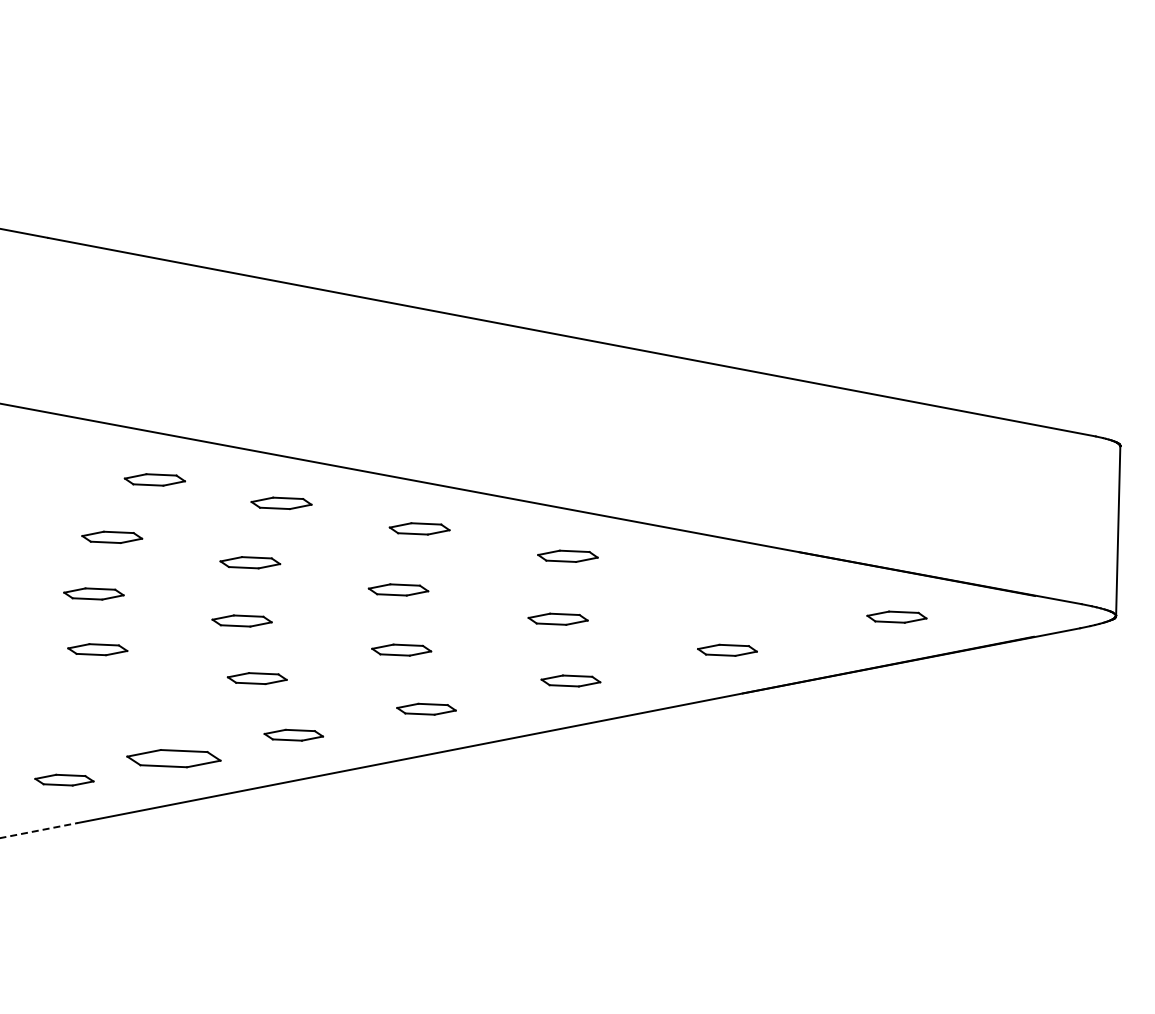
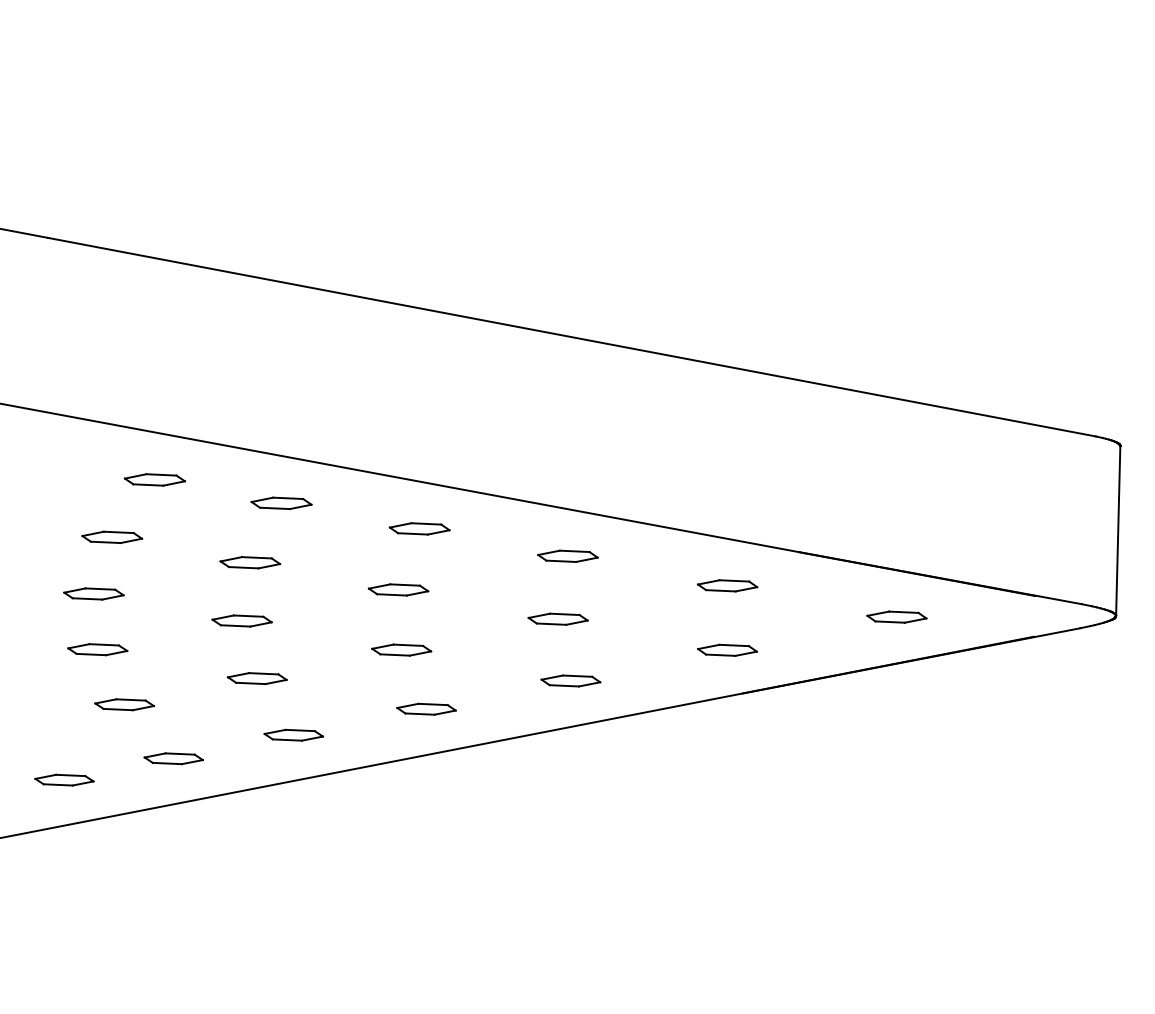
part at (727, 585): none -> present
part at (124, 704): none -> present
part at (173, 758) size: 96x20 px -> 61x14 px
line at (39, 830): dashed -> solid
